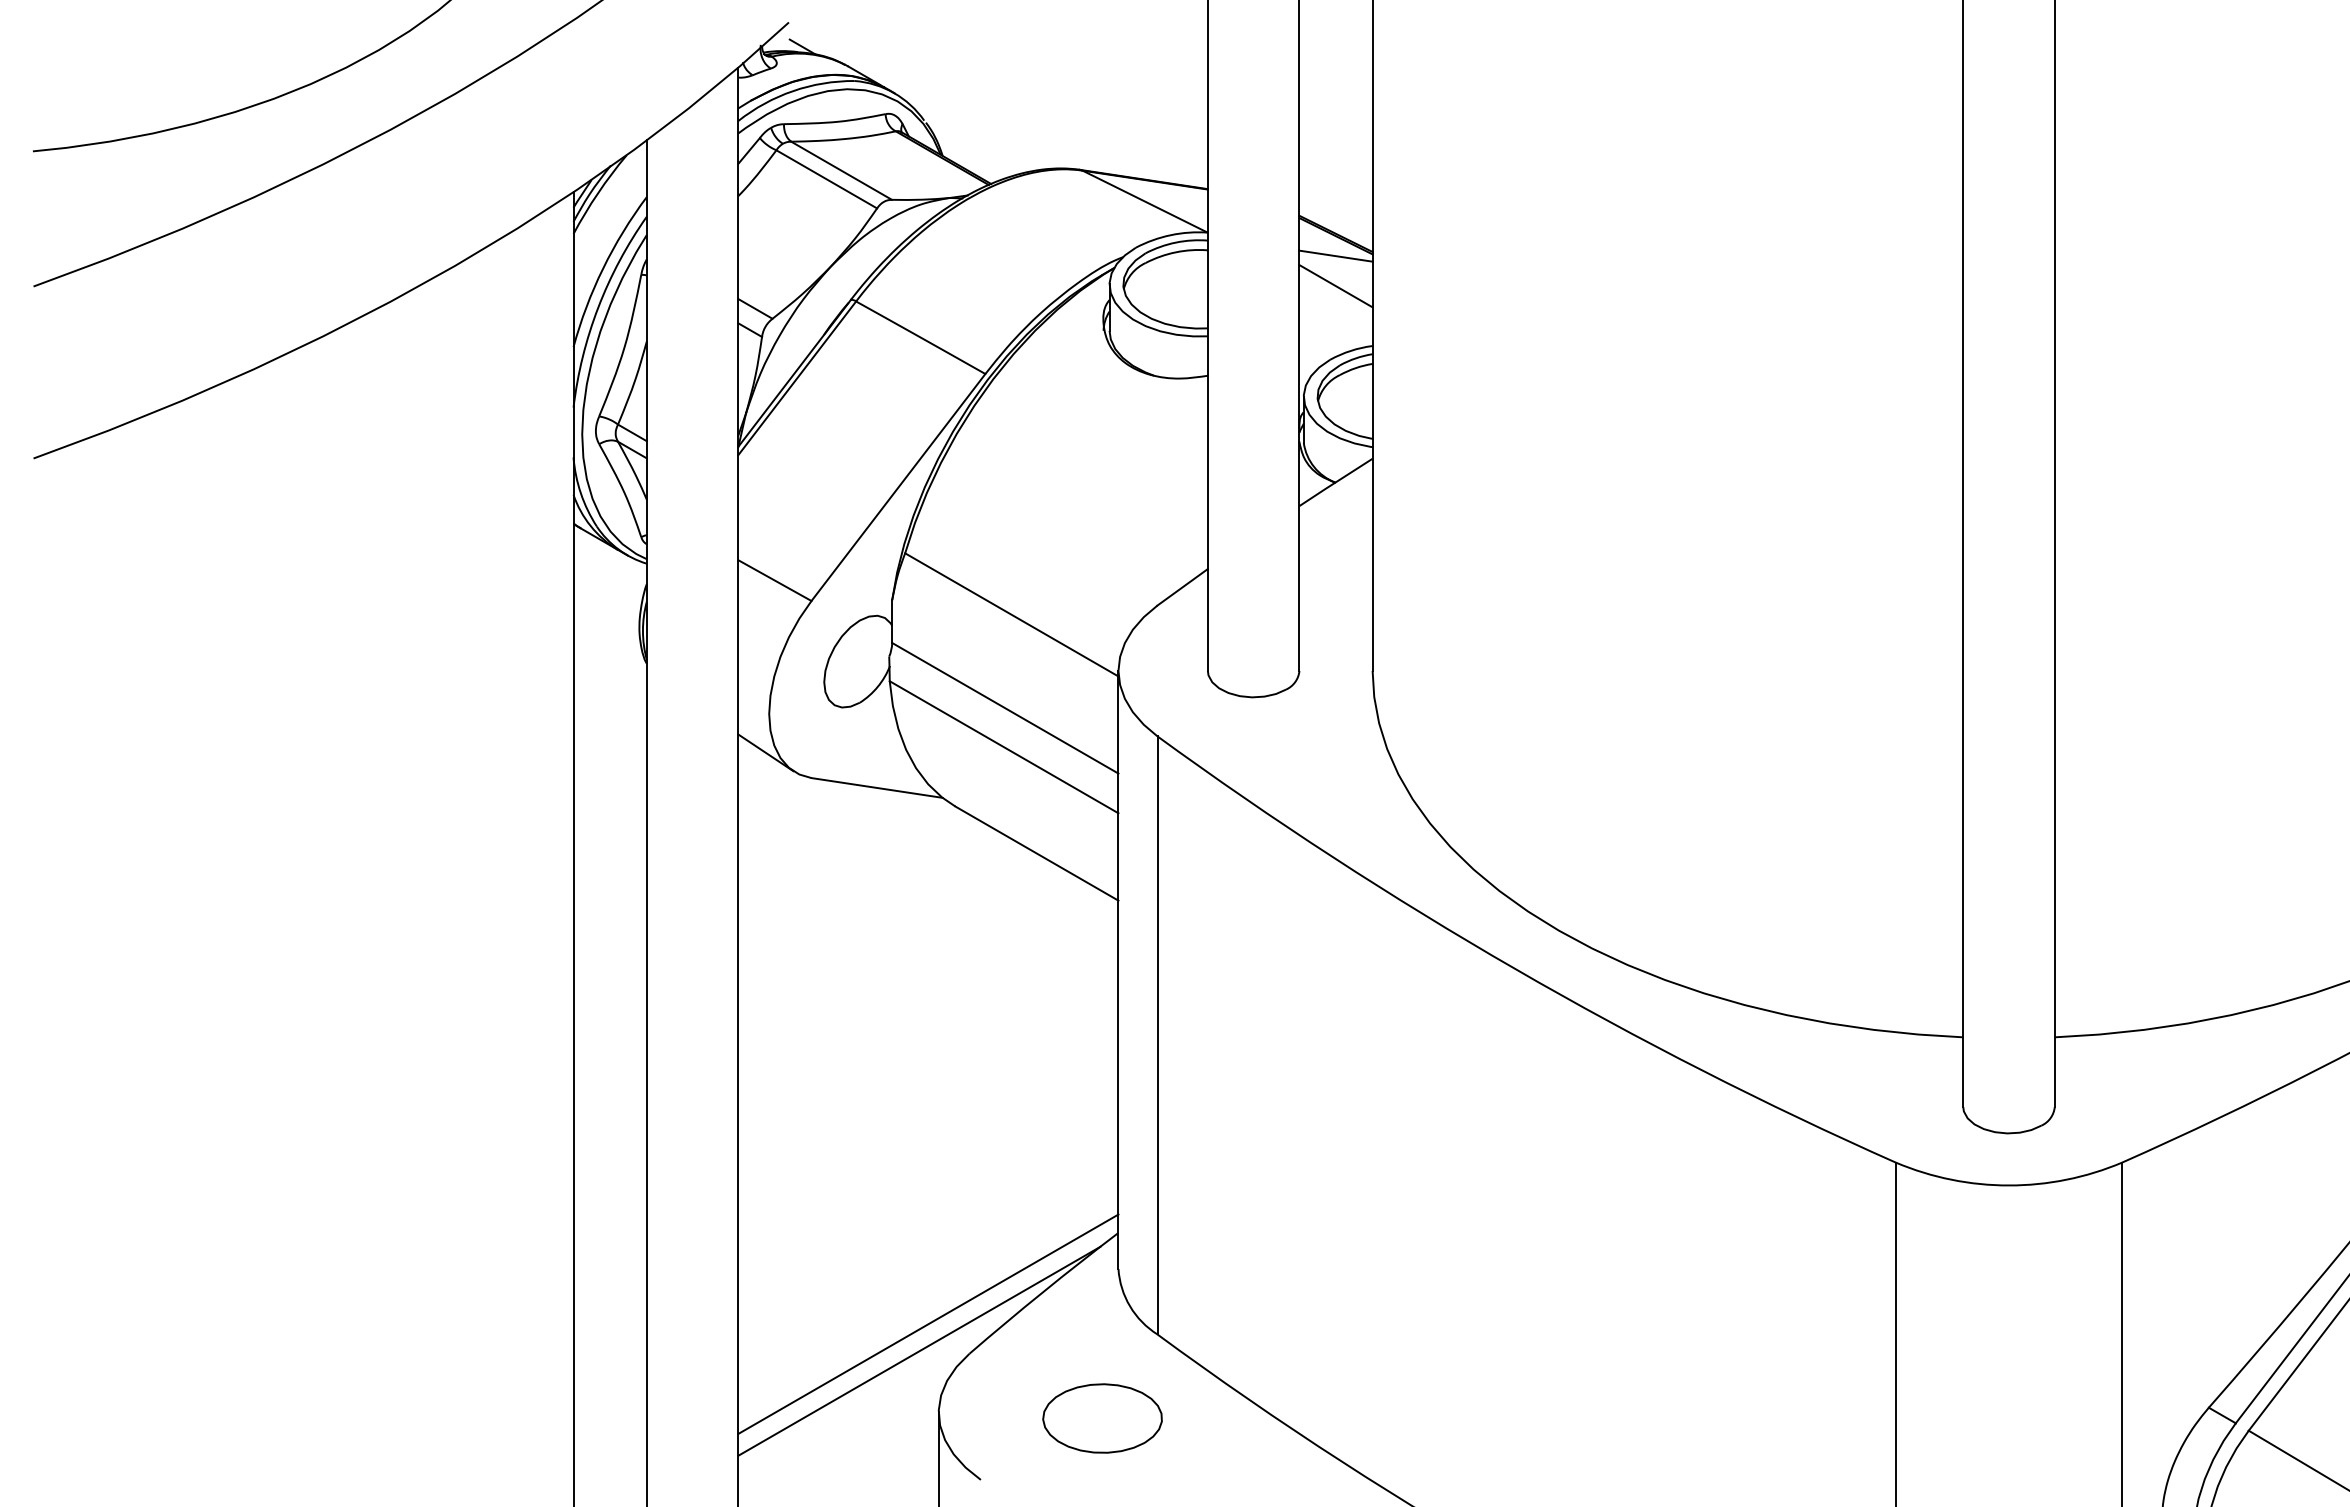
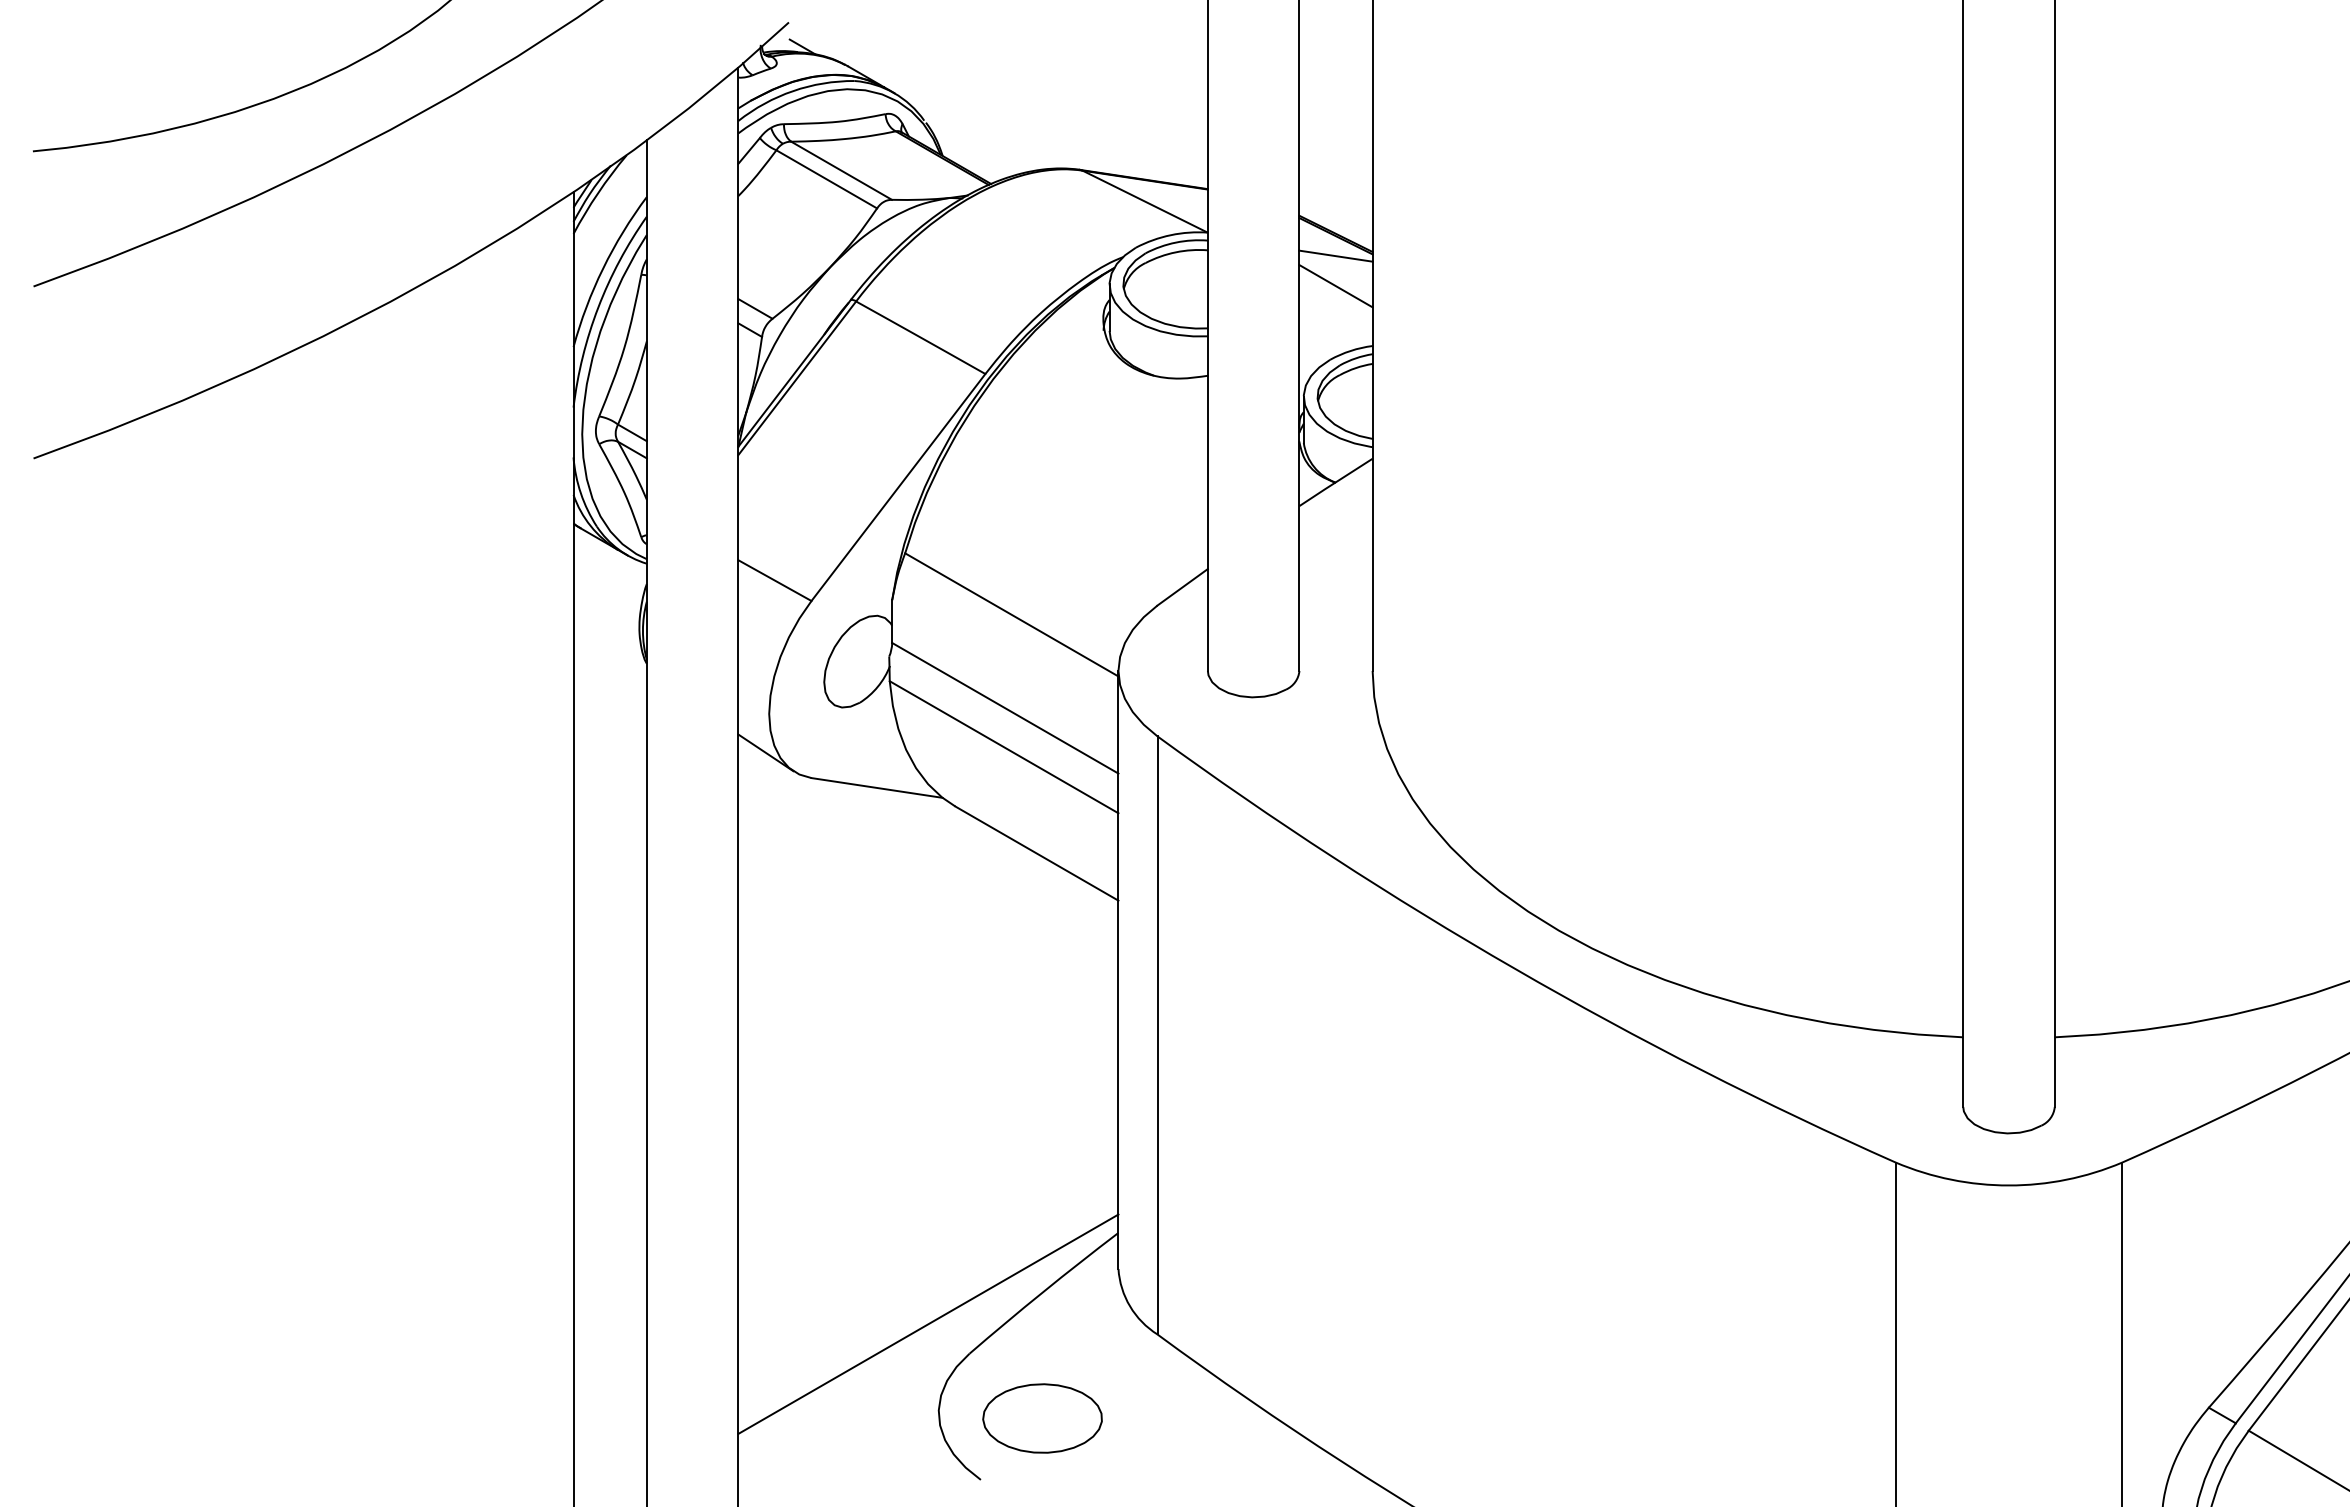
line at (919, 1350): present -> none
part at (1102, 1418) position: (1102, 1418) -> (1042, 1418)
line at (938, 1457): present -> none
